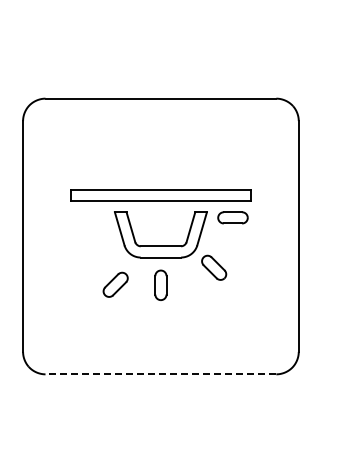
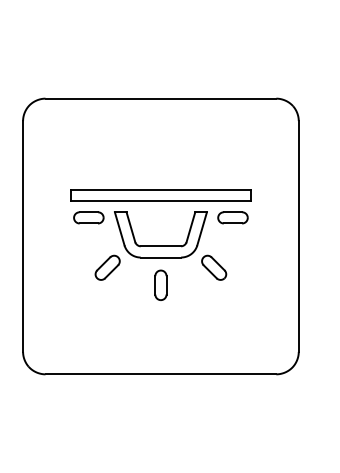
part at (88, 217): none -> present
part at (115, 284) position: (115, 284) -> (107, 267)
line at (160, 374): dashed -> solid
